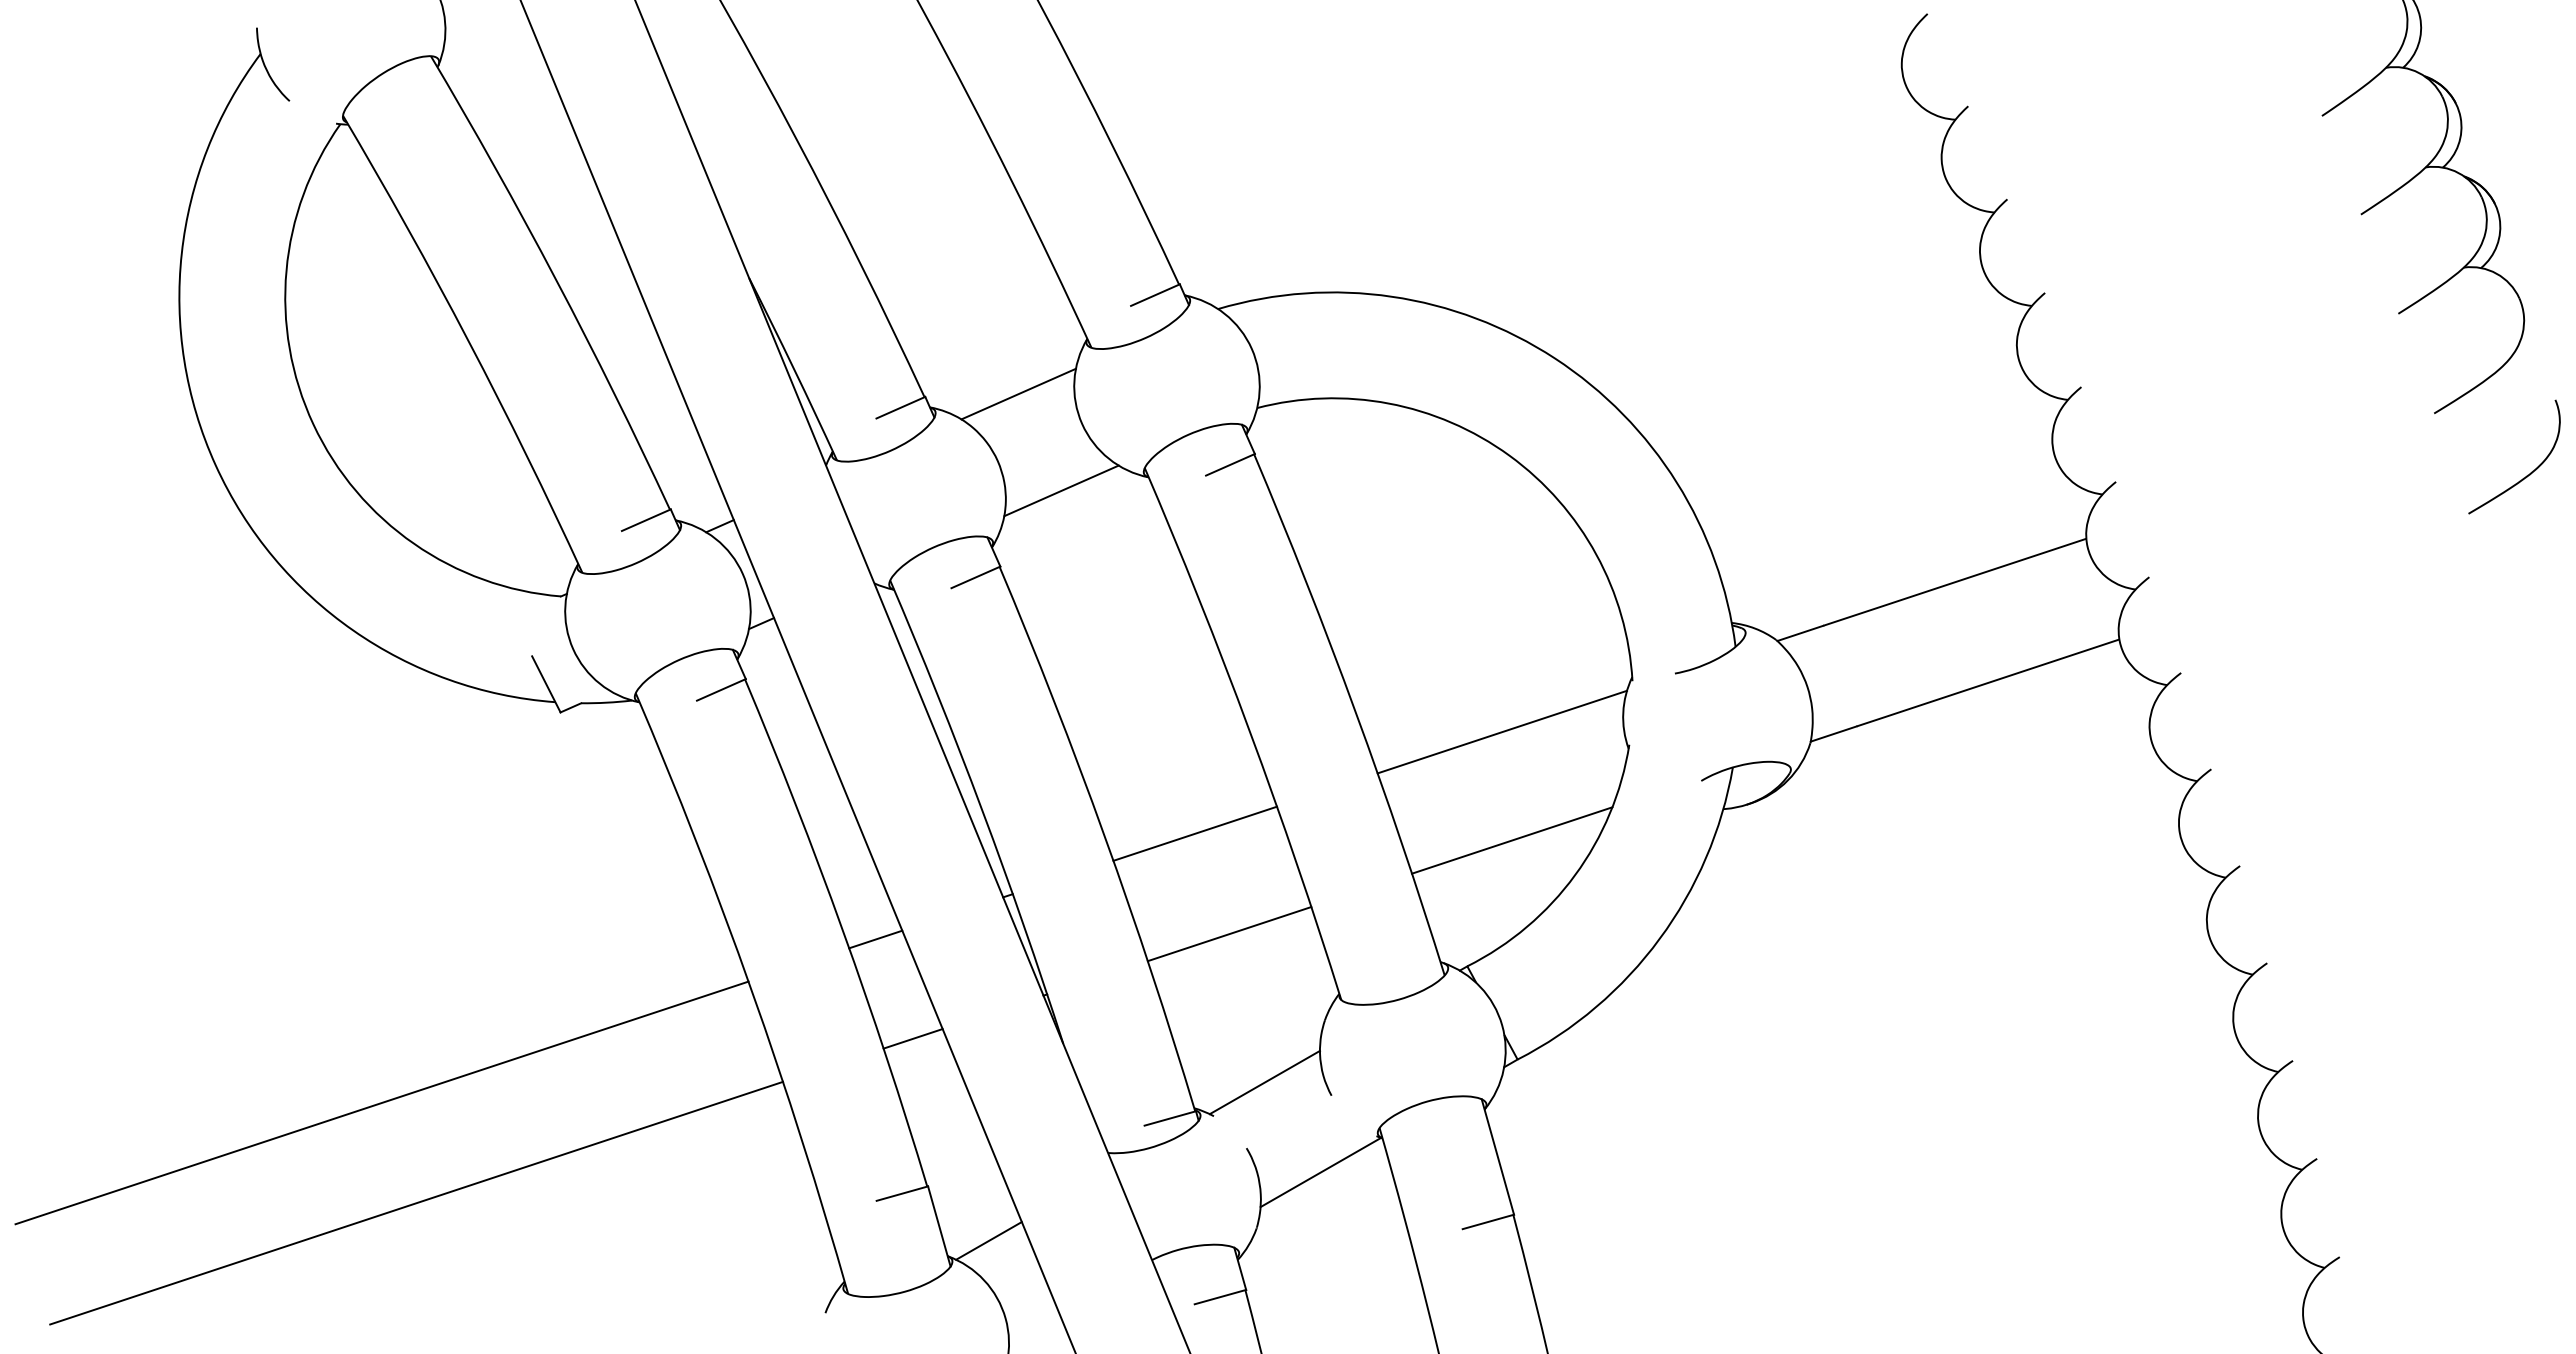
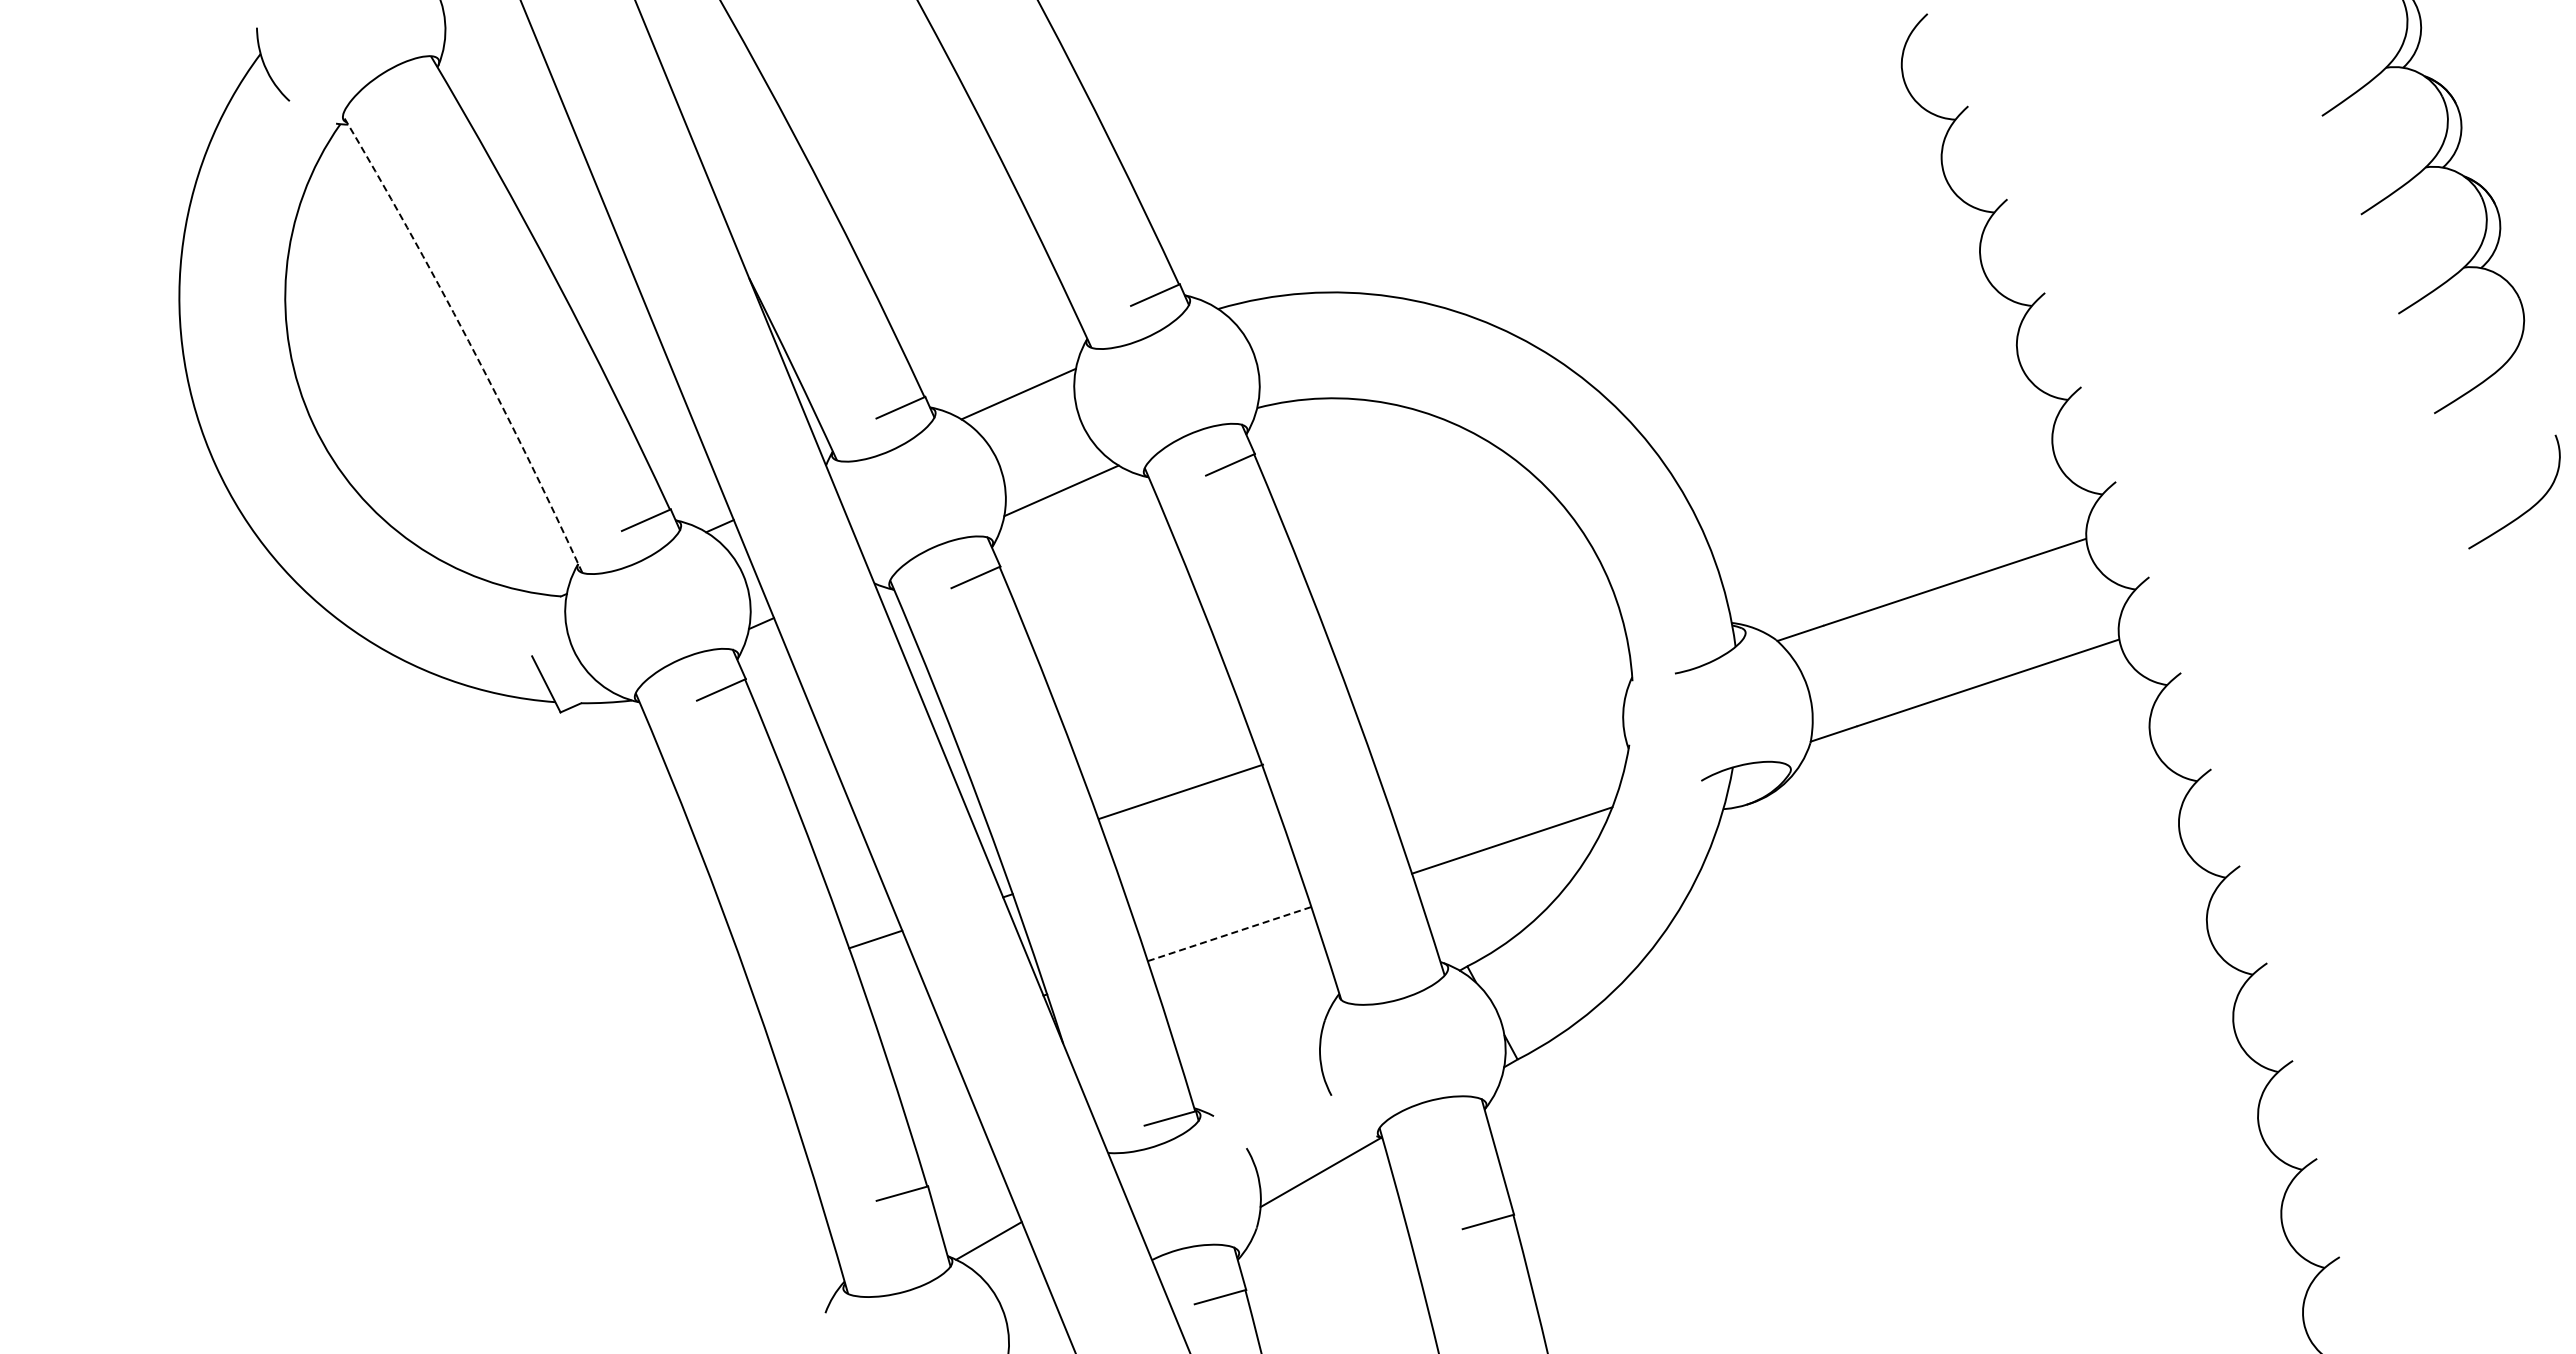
arc at (468, 341): solid -> dashed
curve at (2526, 475) position: (2526, 475) -> (2526, 510)
line at (1502, 731): present -> none
line at (1195, 833) position: (1195, 833) -> (1181, 791)
line at (1230, 933): solid -> dashed
line at (912, 1038): present -> none
line at (1264, 1082): present -> none
line at (381, 1102): present -> none
line at (416, 1202): present -> none
